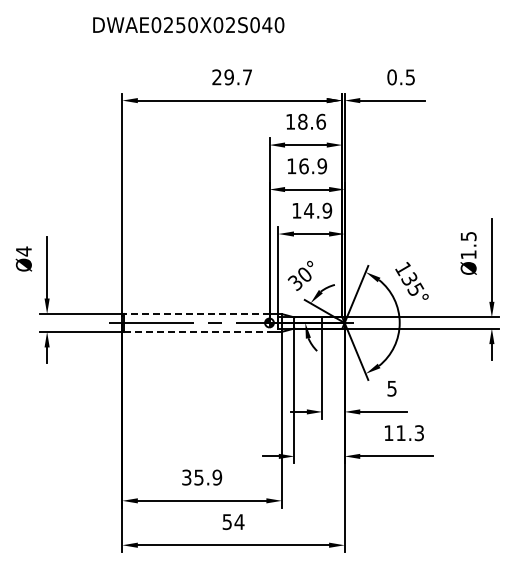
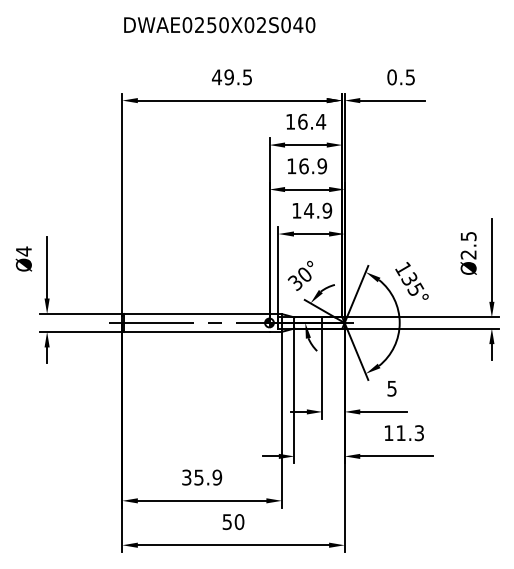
text at (188, 25) position: (188, 25) -> (219, 25)
text at (231, 77): 29.7 -> 49.5
text at (312, 121): 18.6 -> 16.4
text at (468, 254): Ø1.5 -> Ø2.5
line at (196, 314): dashed -> solid
line at (196, 331): dashed -> solid
text at (239, 522): 54 -> 50
